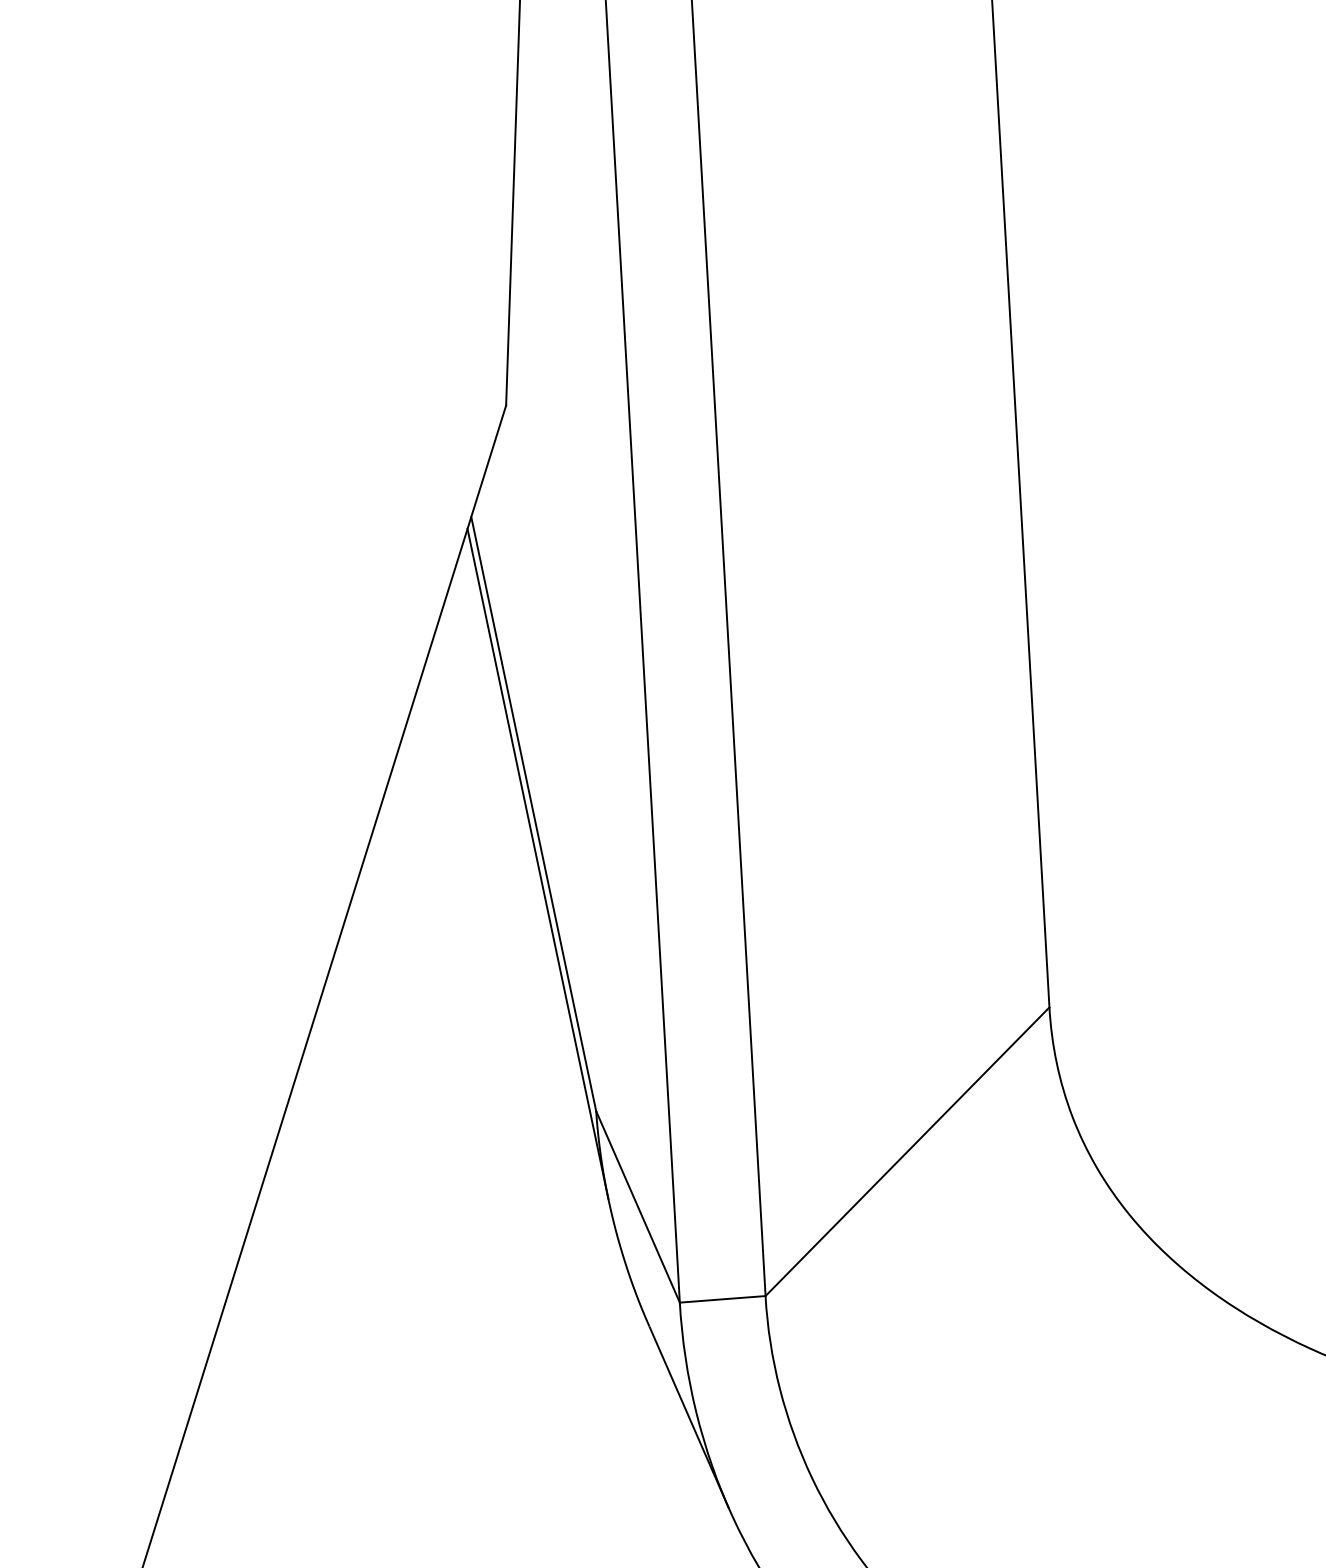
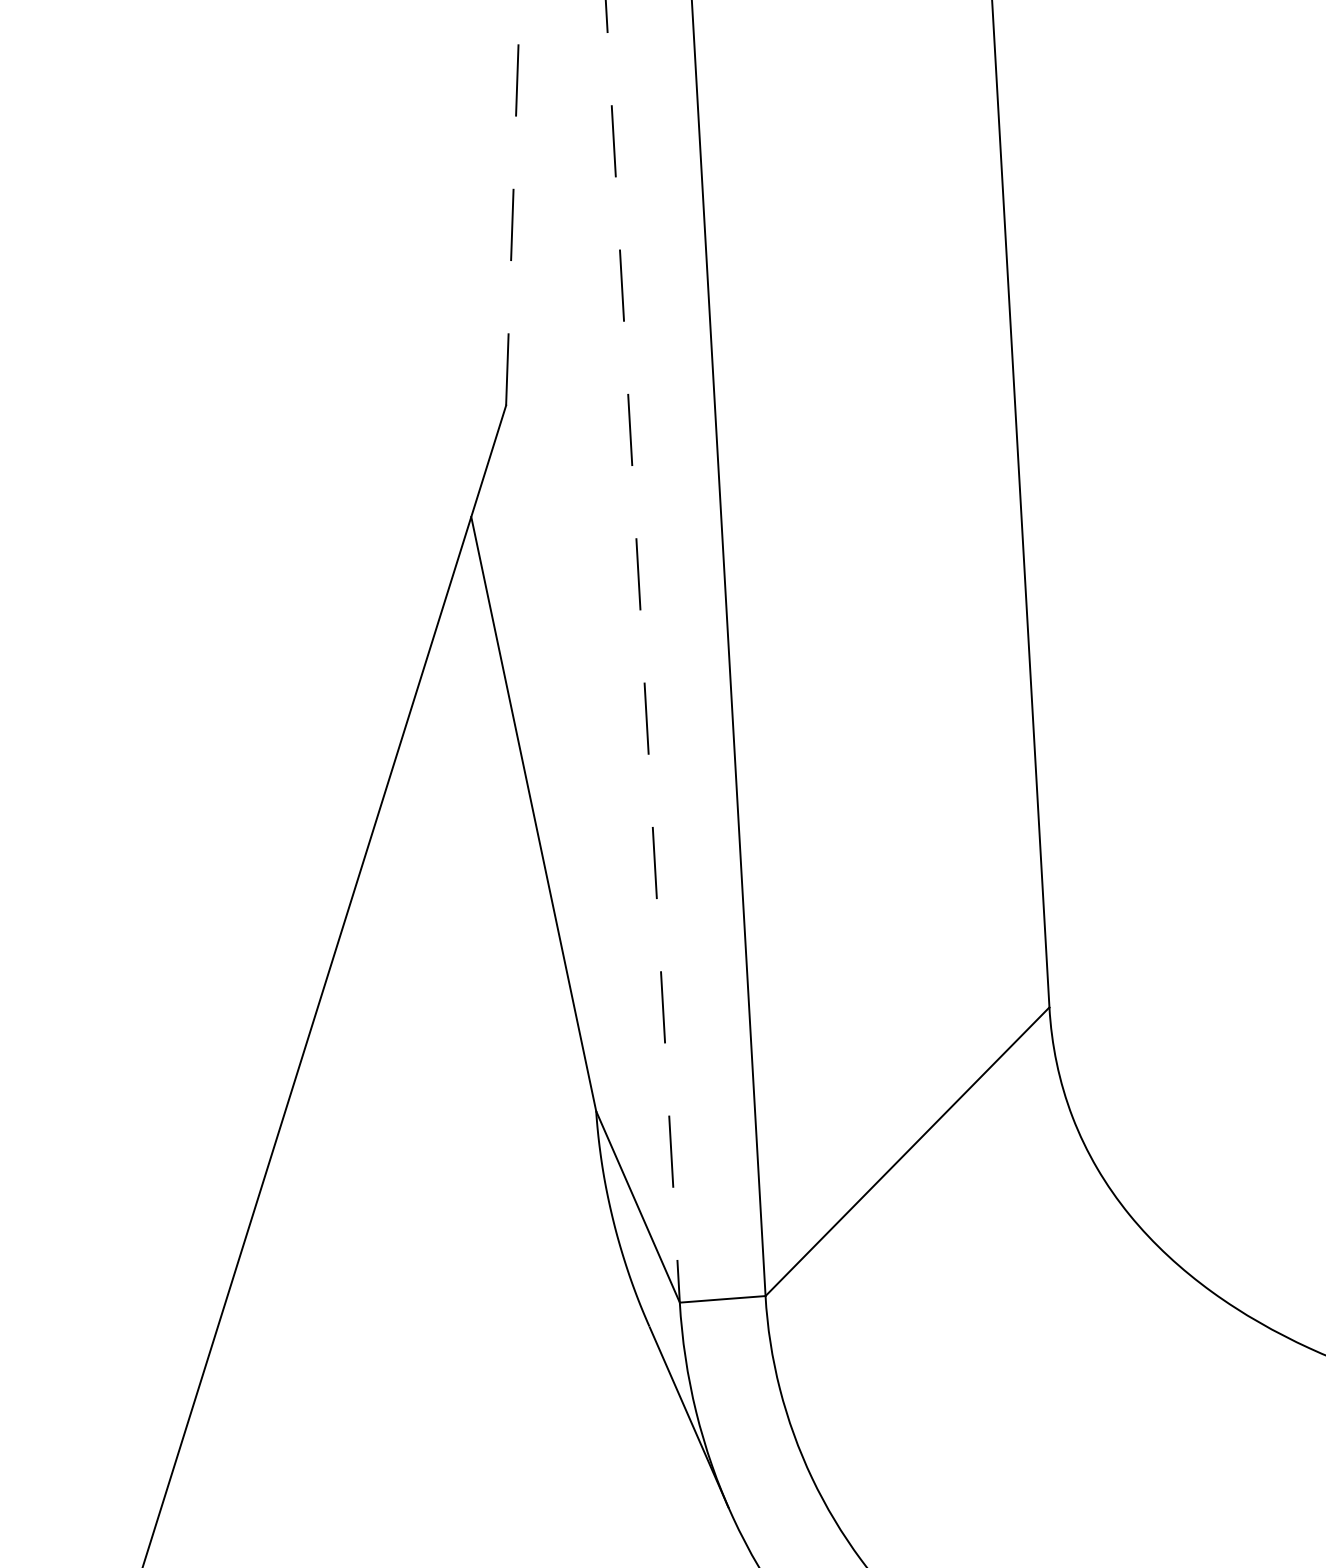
line at (513, 202): solid -> dashed
line at (642, 651): solid -> dashed
line at (537, 863): present -> none
